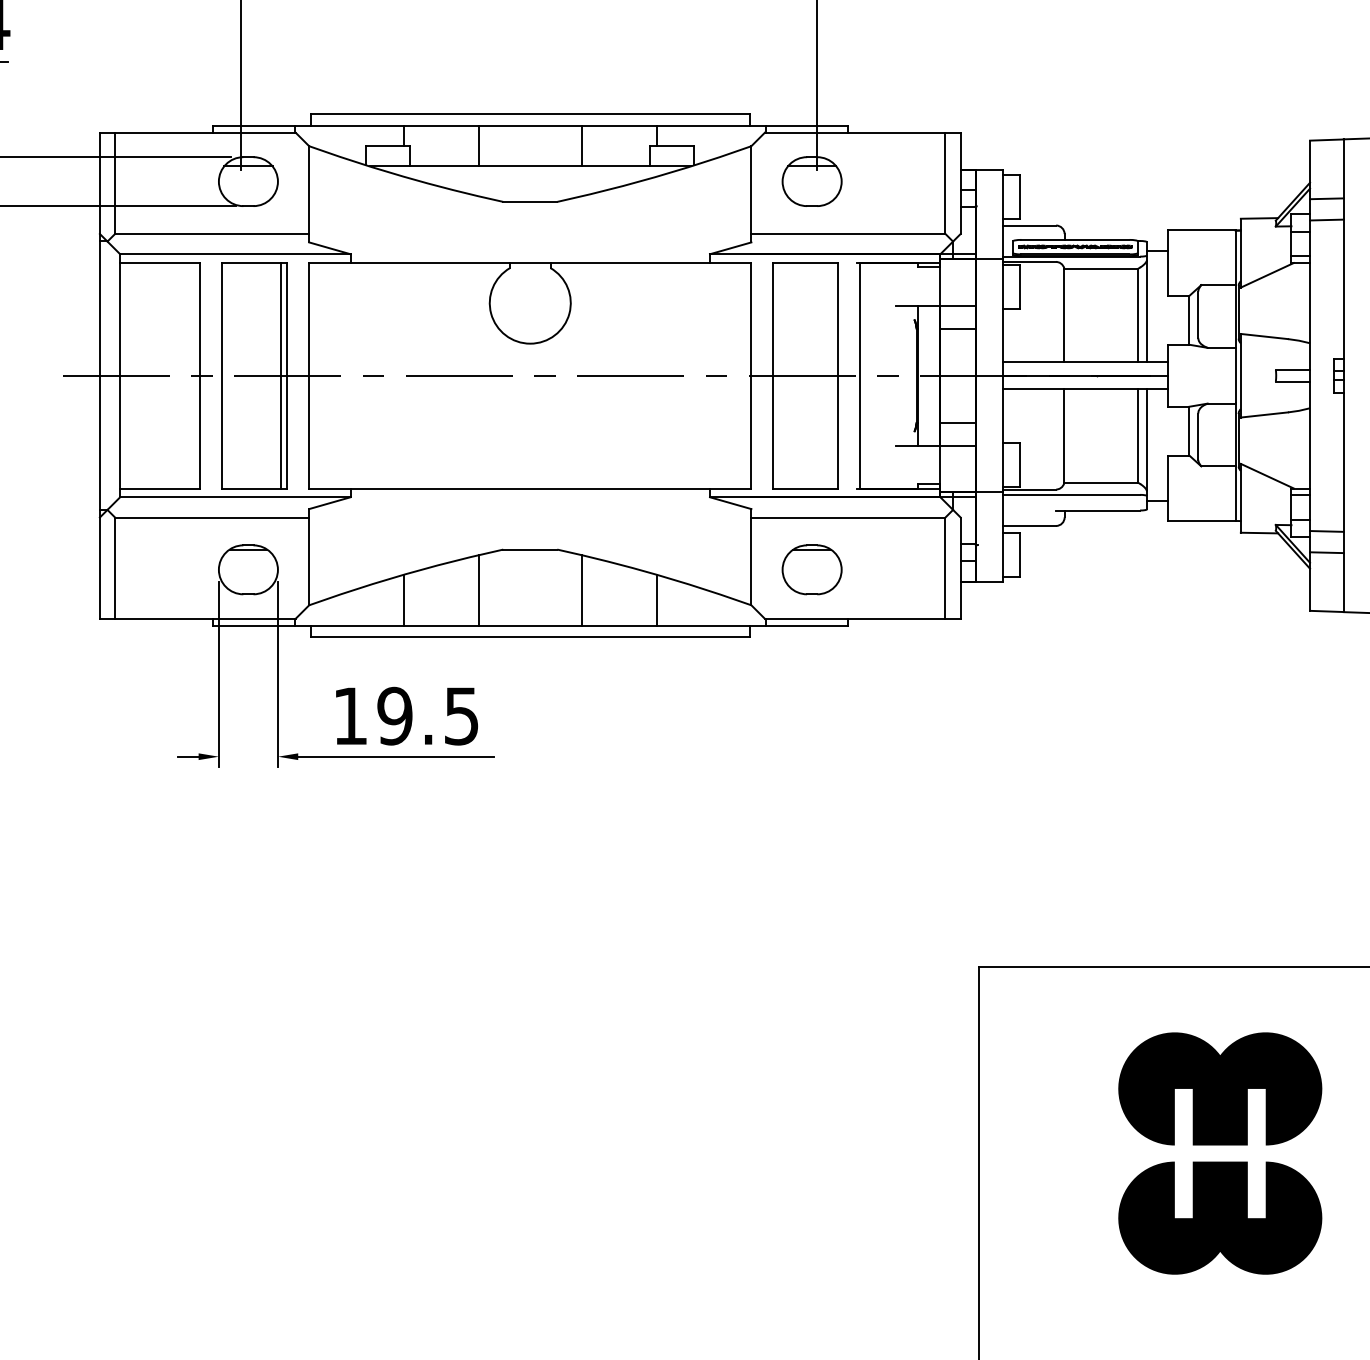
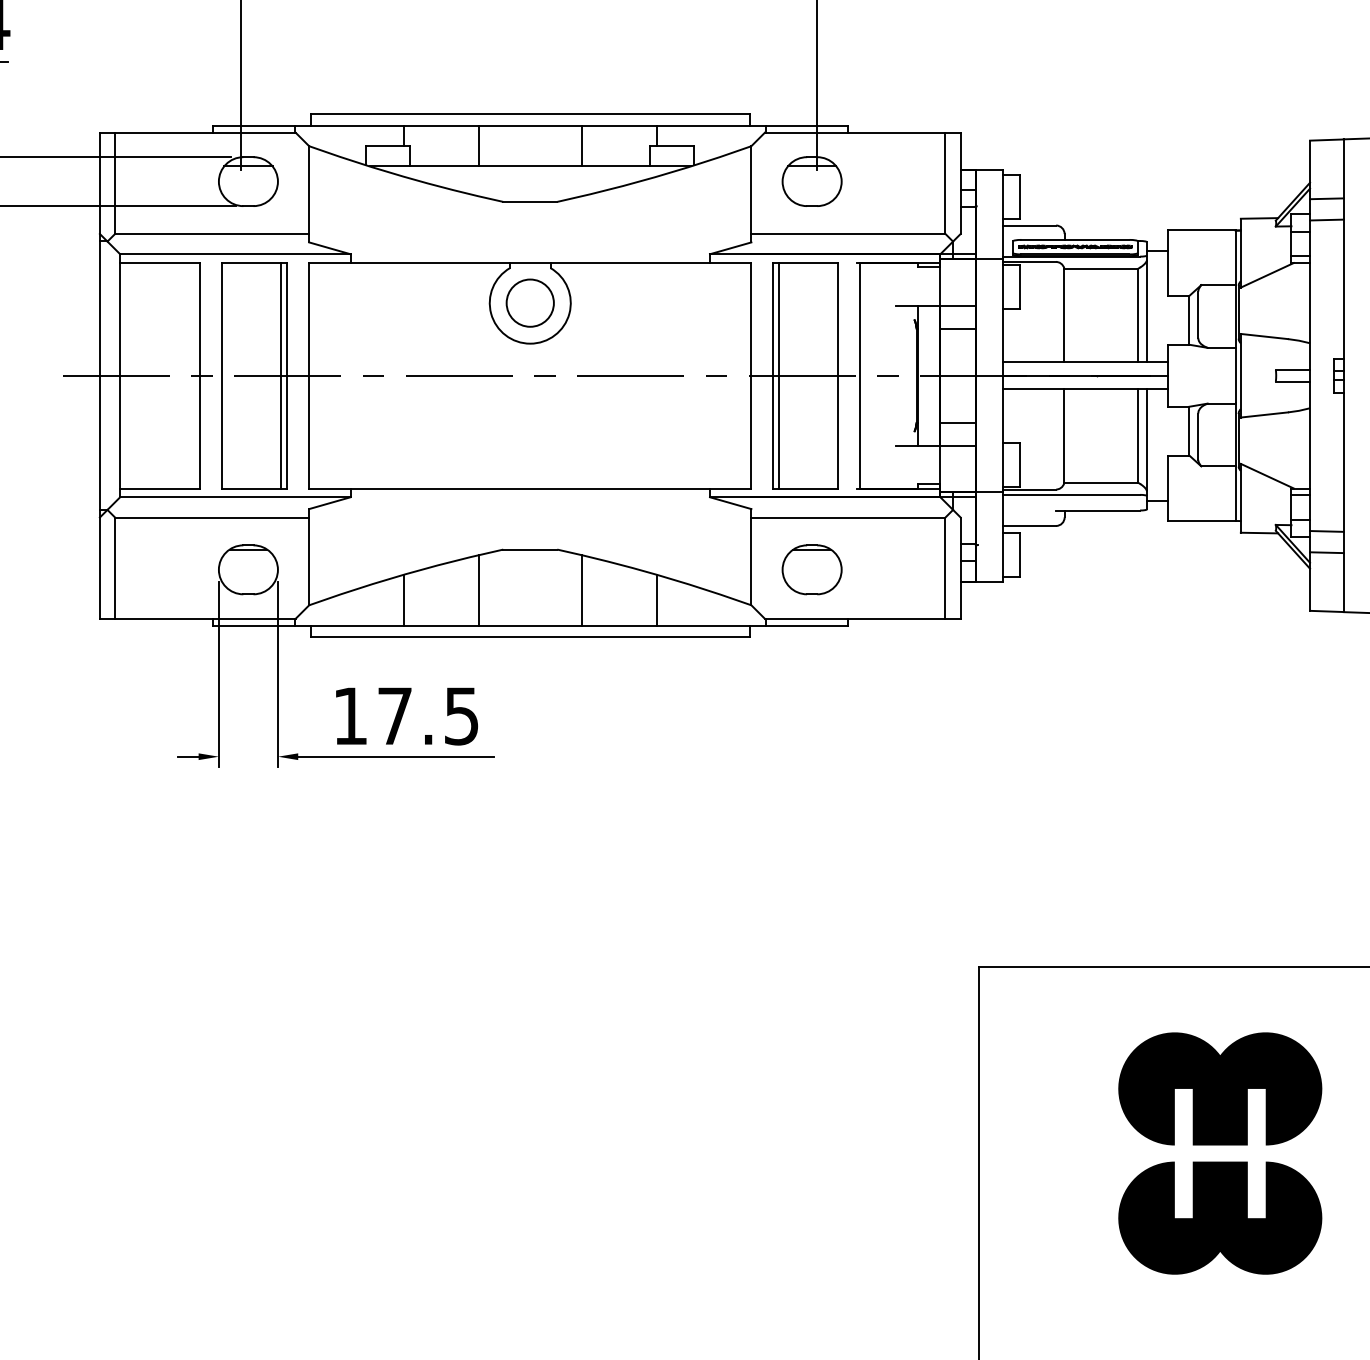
circle at (529, 302): none -> present
line at (779, 375): none -> present
text at (394, 715): 19.5 -> 17.5
